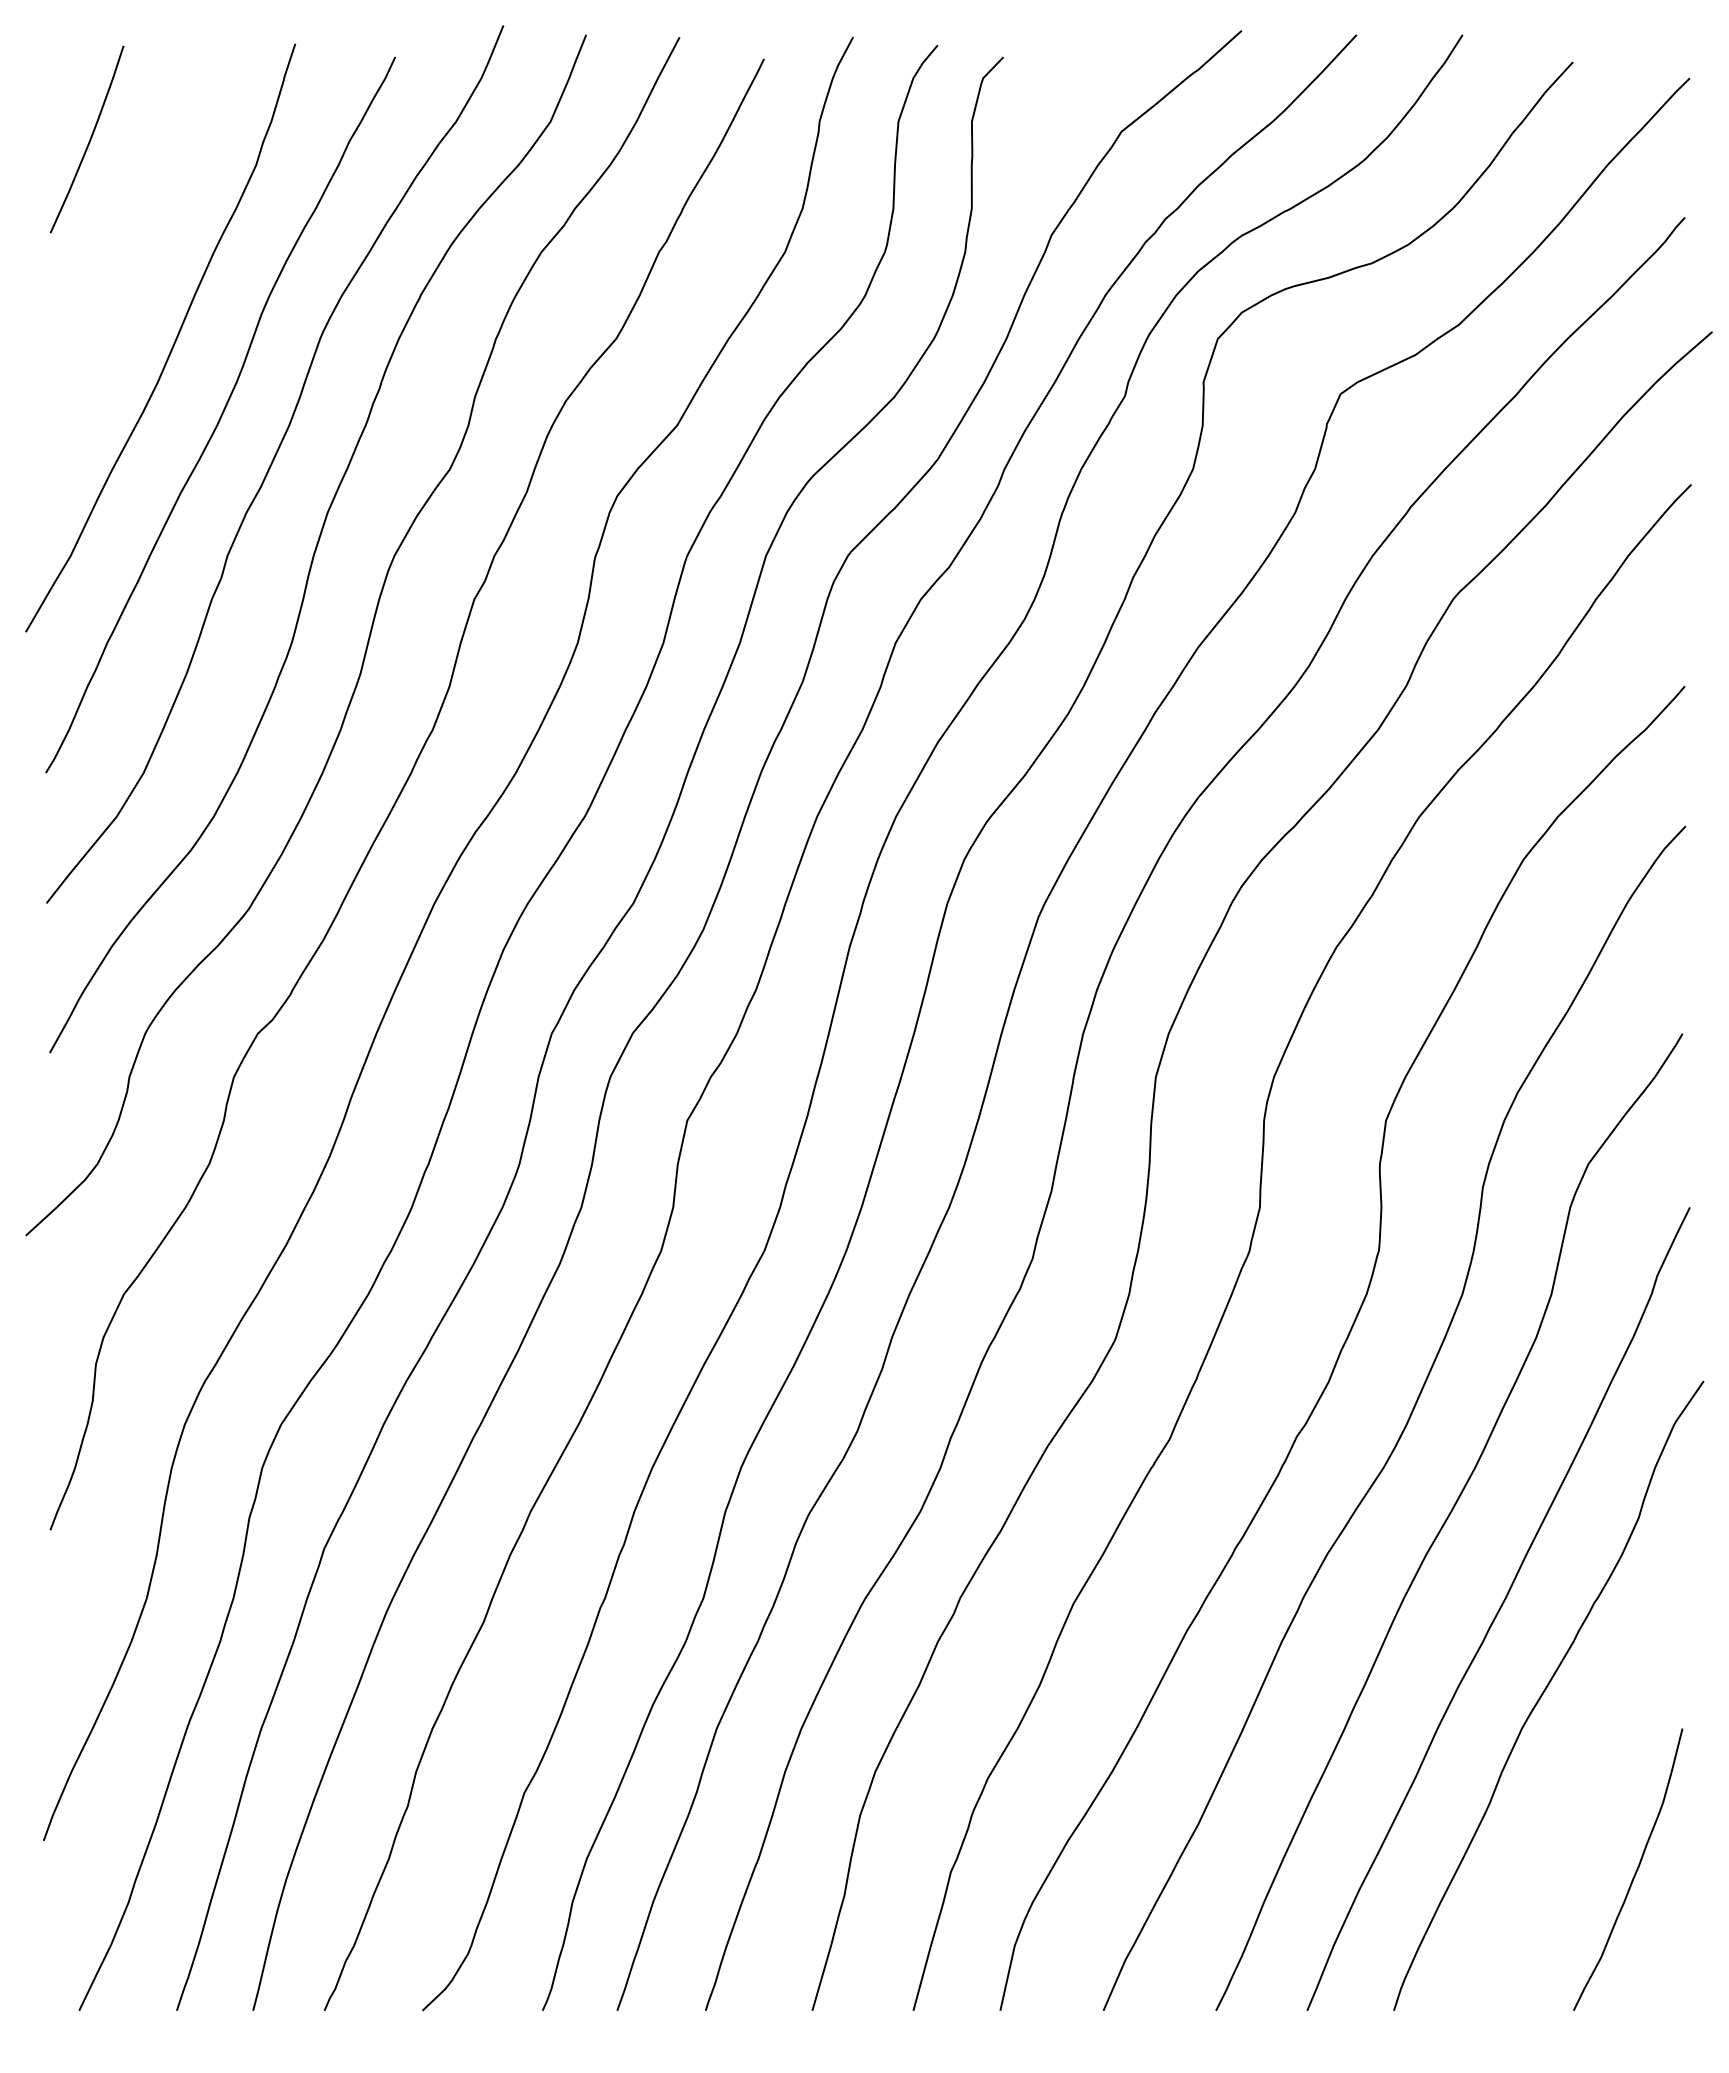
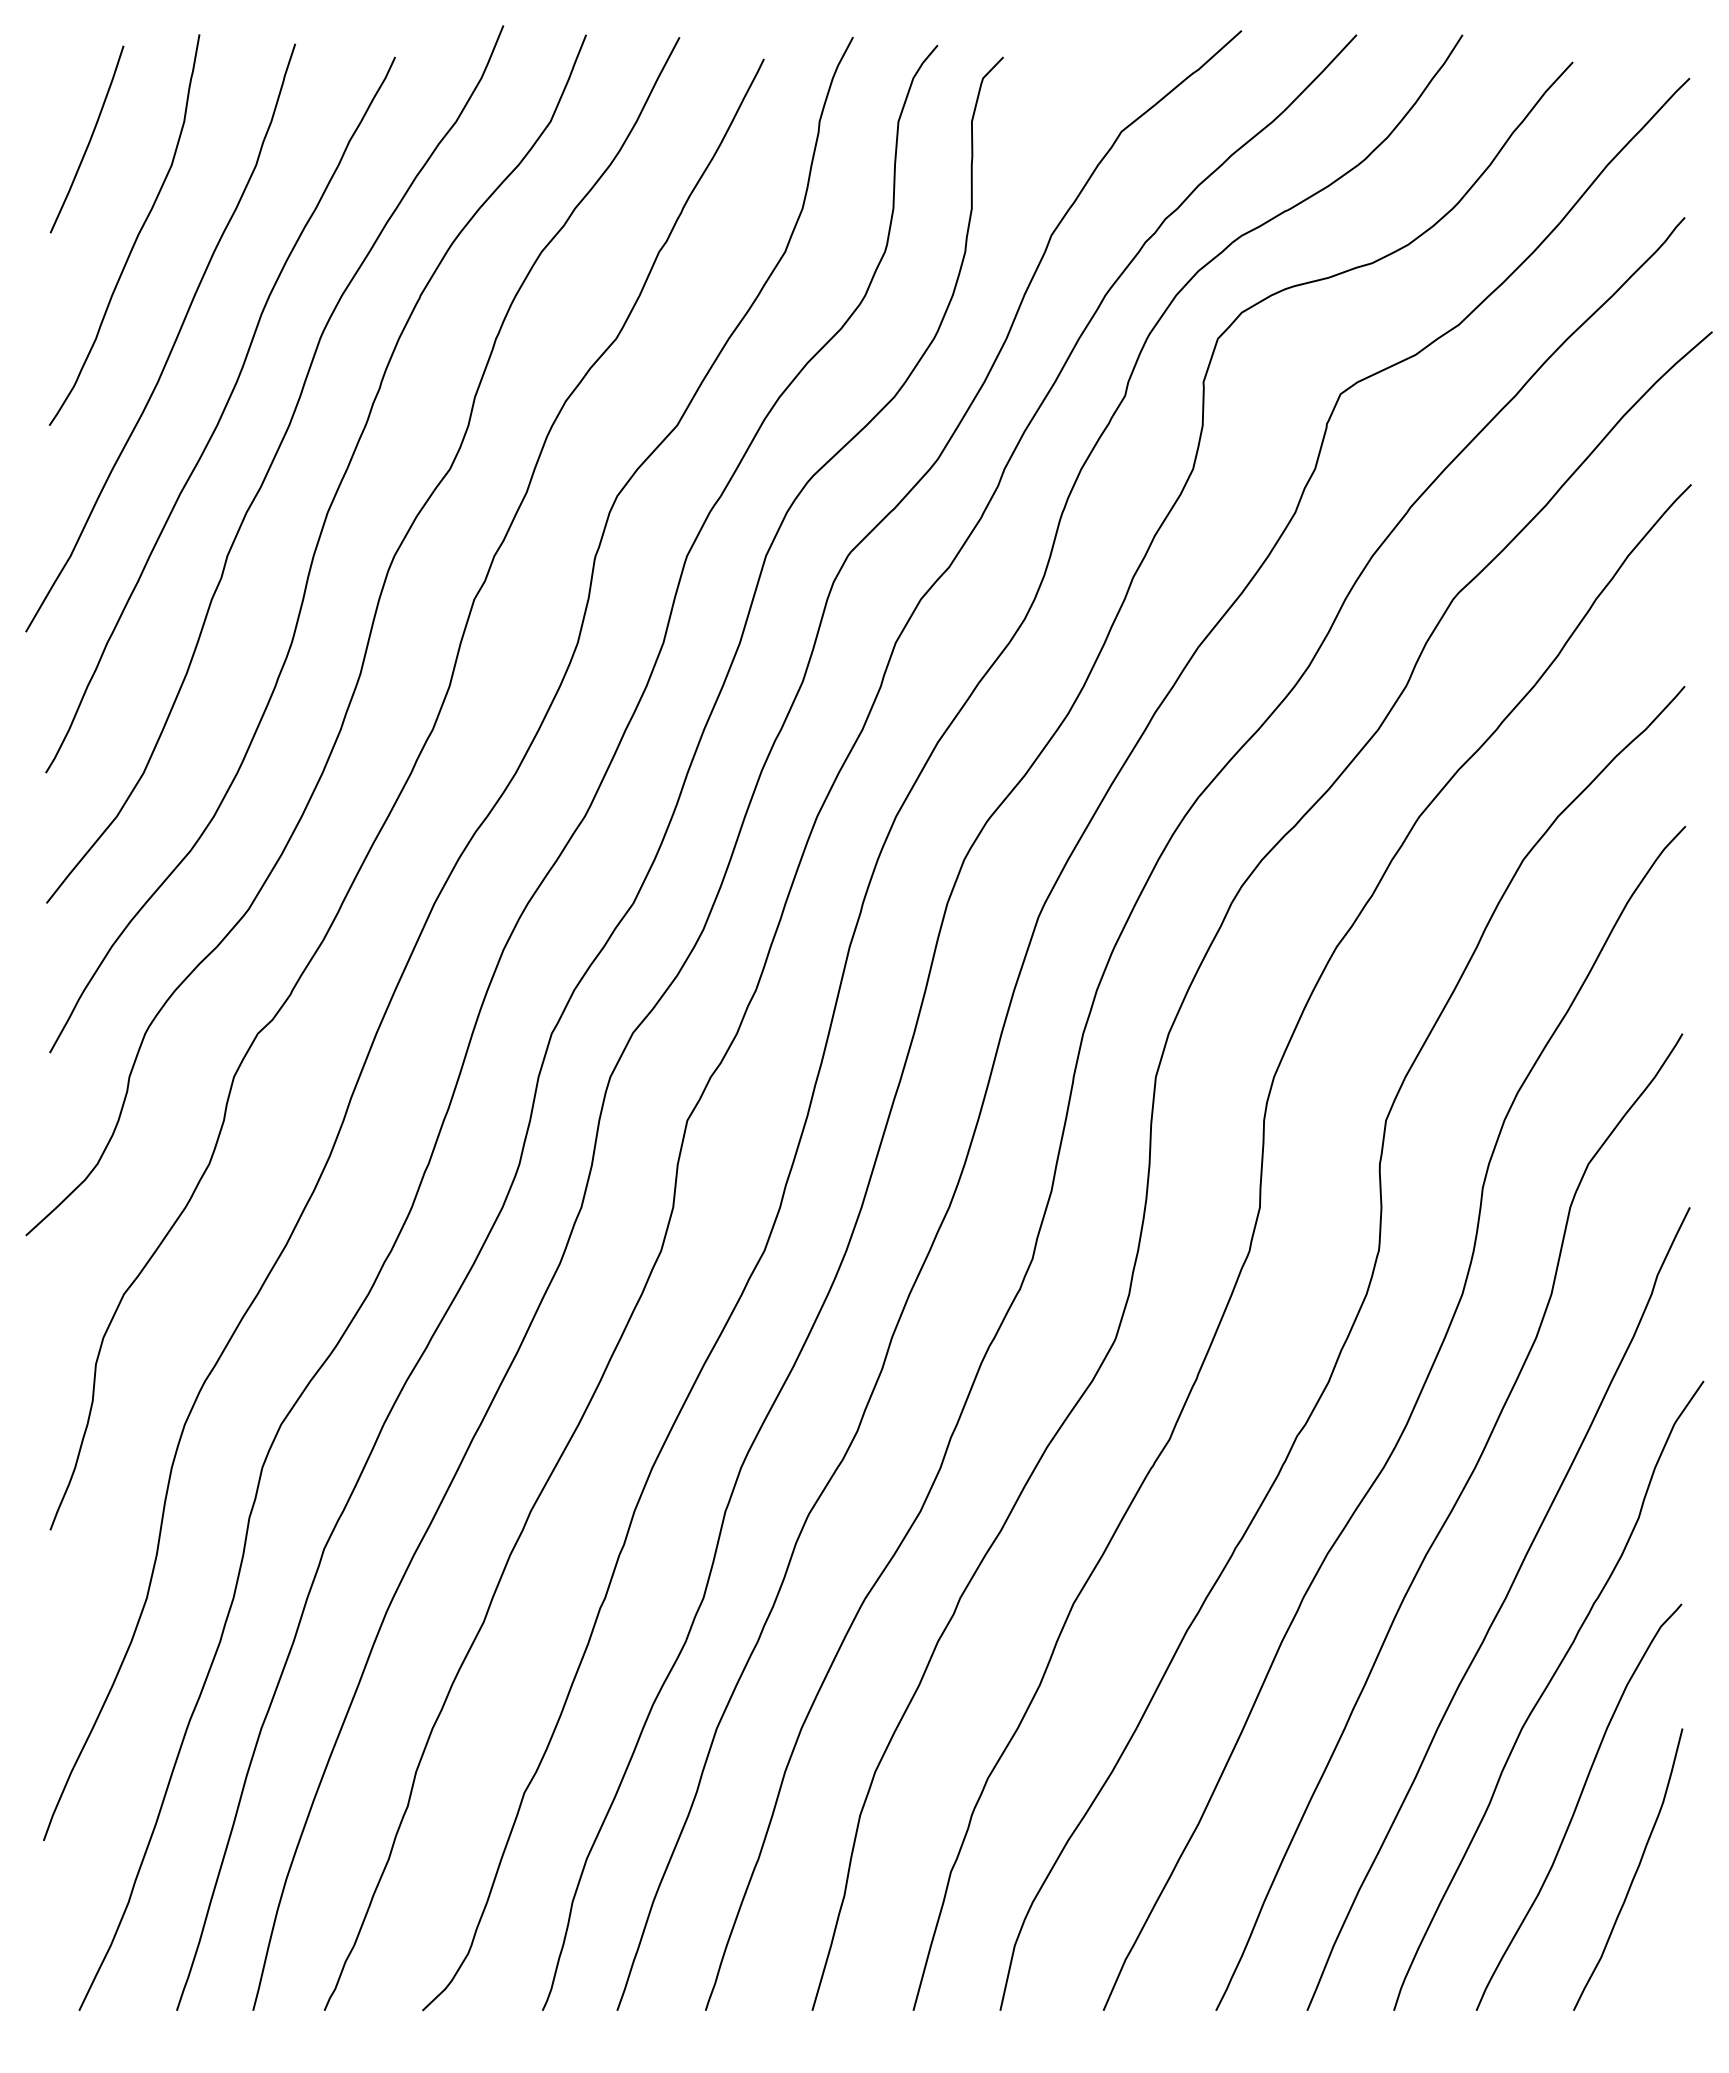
curve at (136, 236): none -> present
curve at (1577, 1806): none -> present
